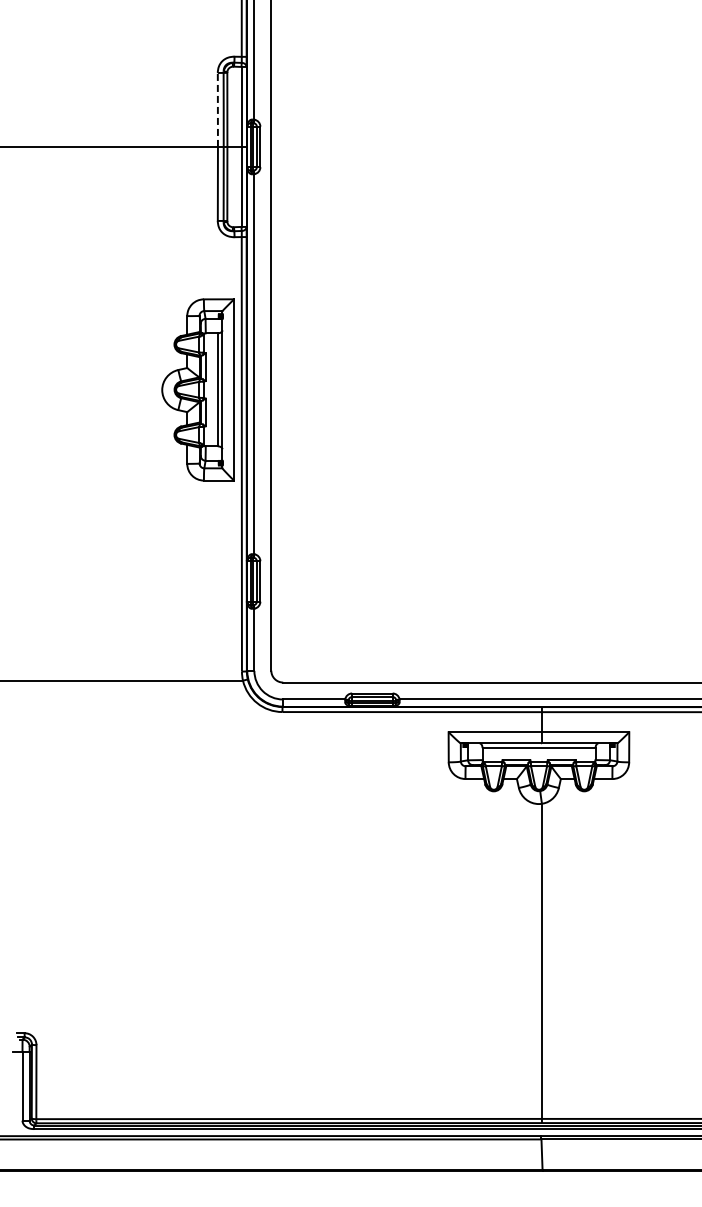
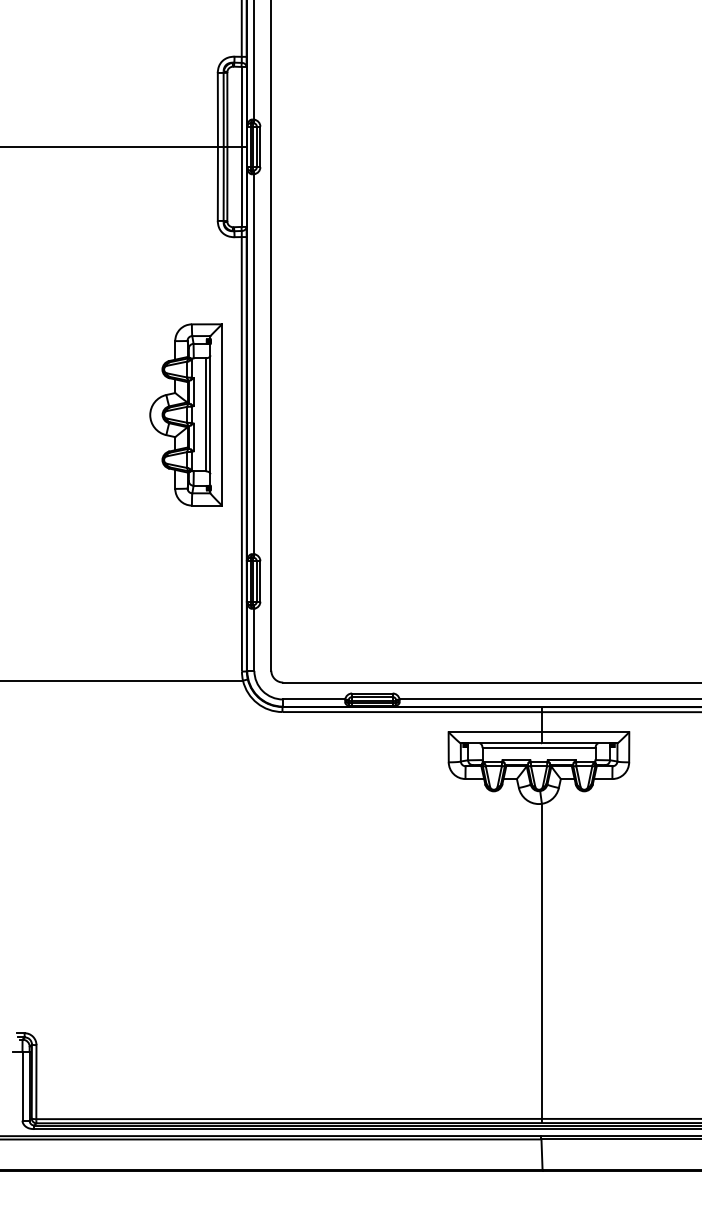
line at (217, 109): dashed -> solid
part at (197, 389) position: (197, 389) -> (185, 414)
